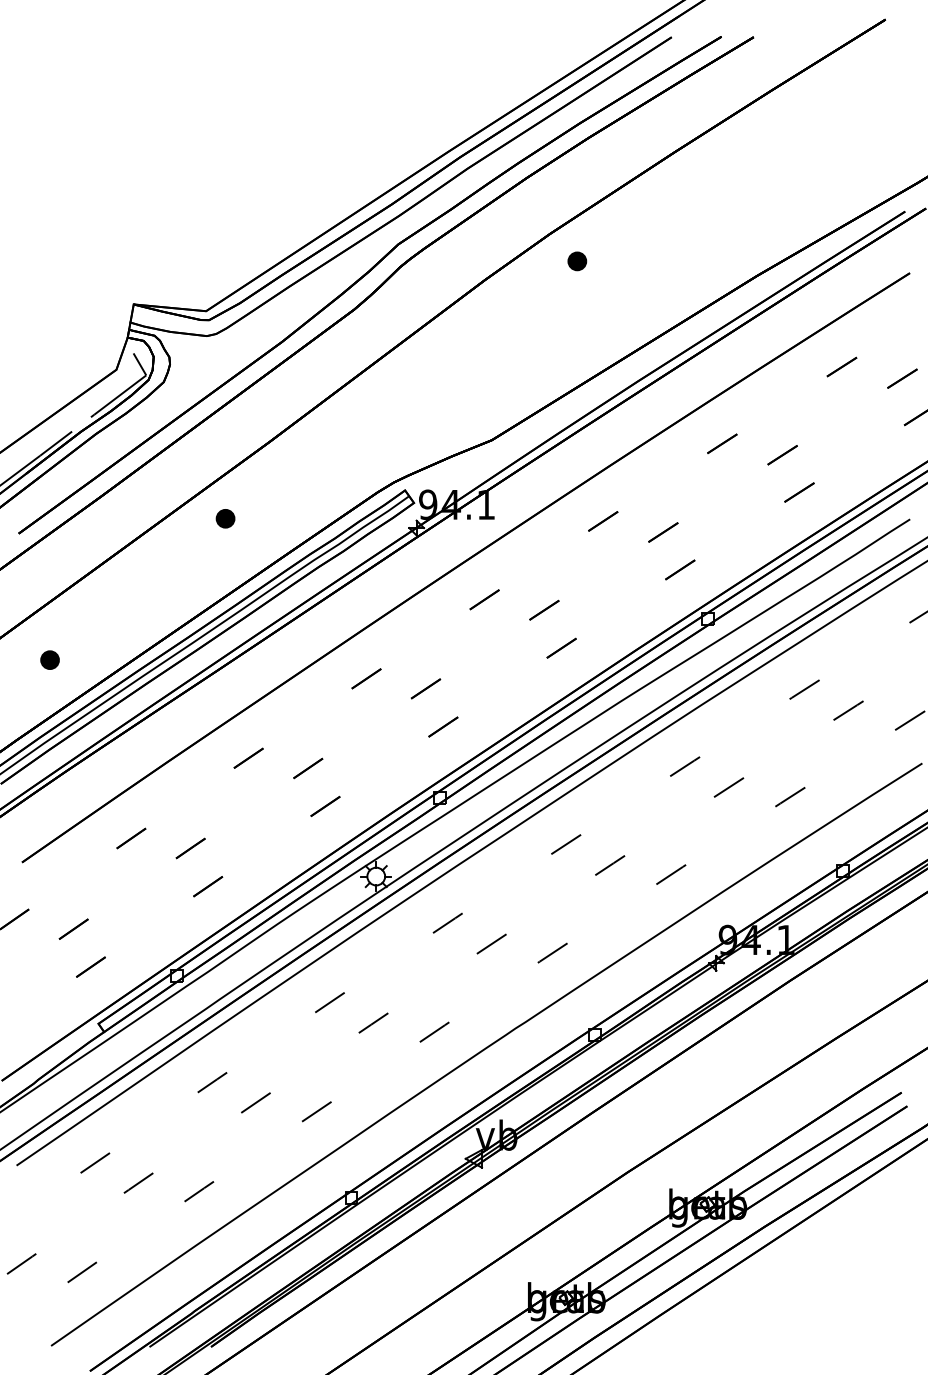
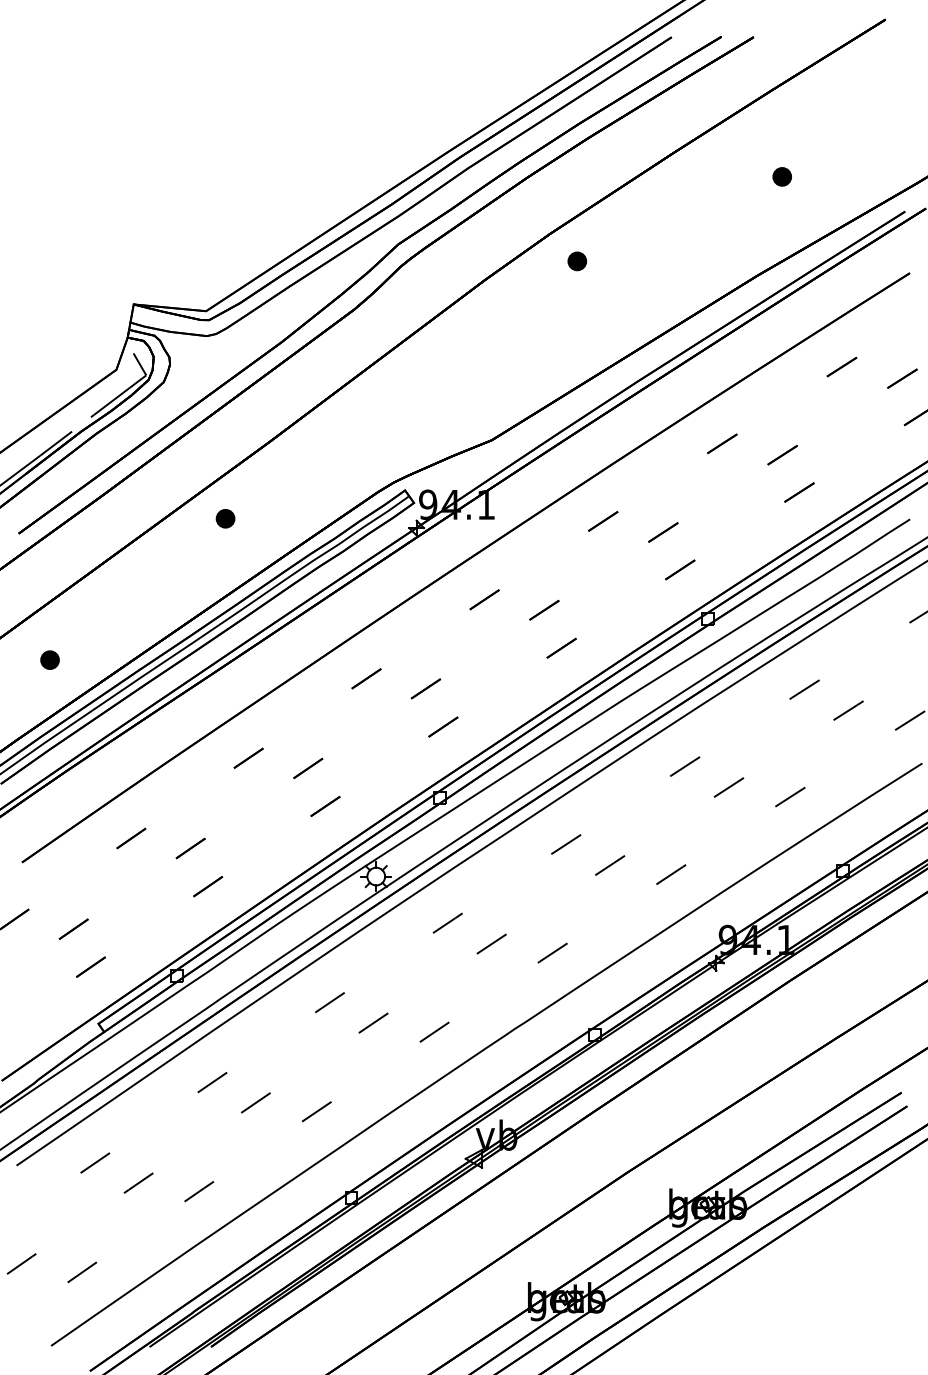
part at (781, 176): none -> present
